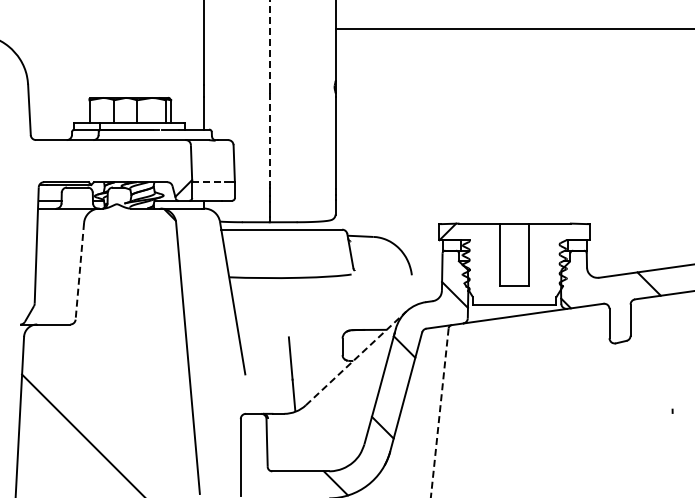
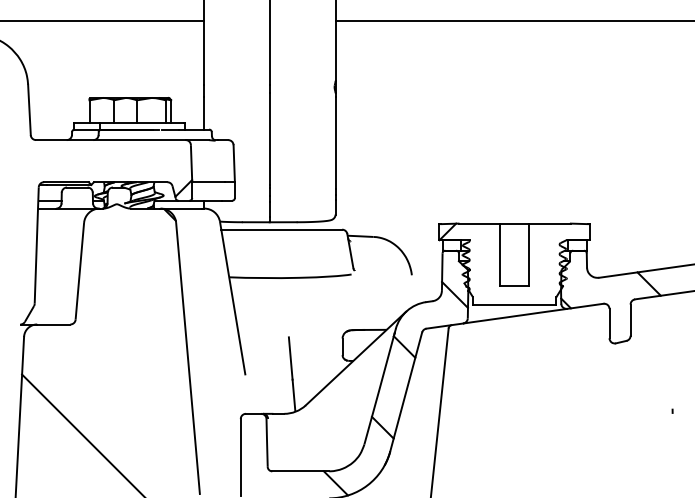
line at (102, 20): none -> present
line at (513, 28) position: (513, 28) -> (513, 20)
line at (269, 43): dashed -> solid
line at (269, 138): dashed -> solid
line at (209, 182): dashed -> solid
line at (79, 272): dashed -> solid
line at (356, 358): dashed -> solid
line at (439, 413): dashed -> solid
